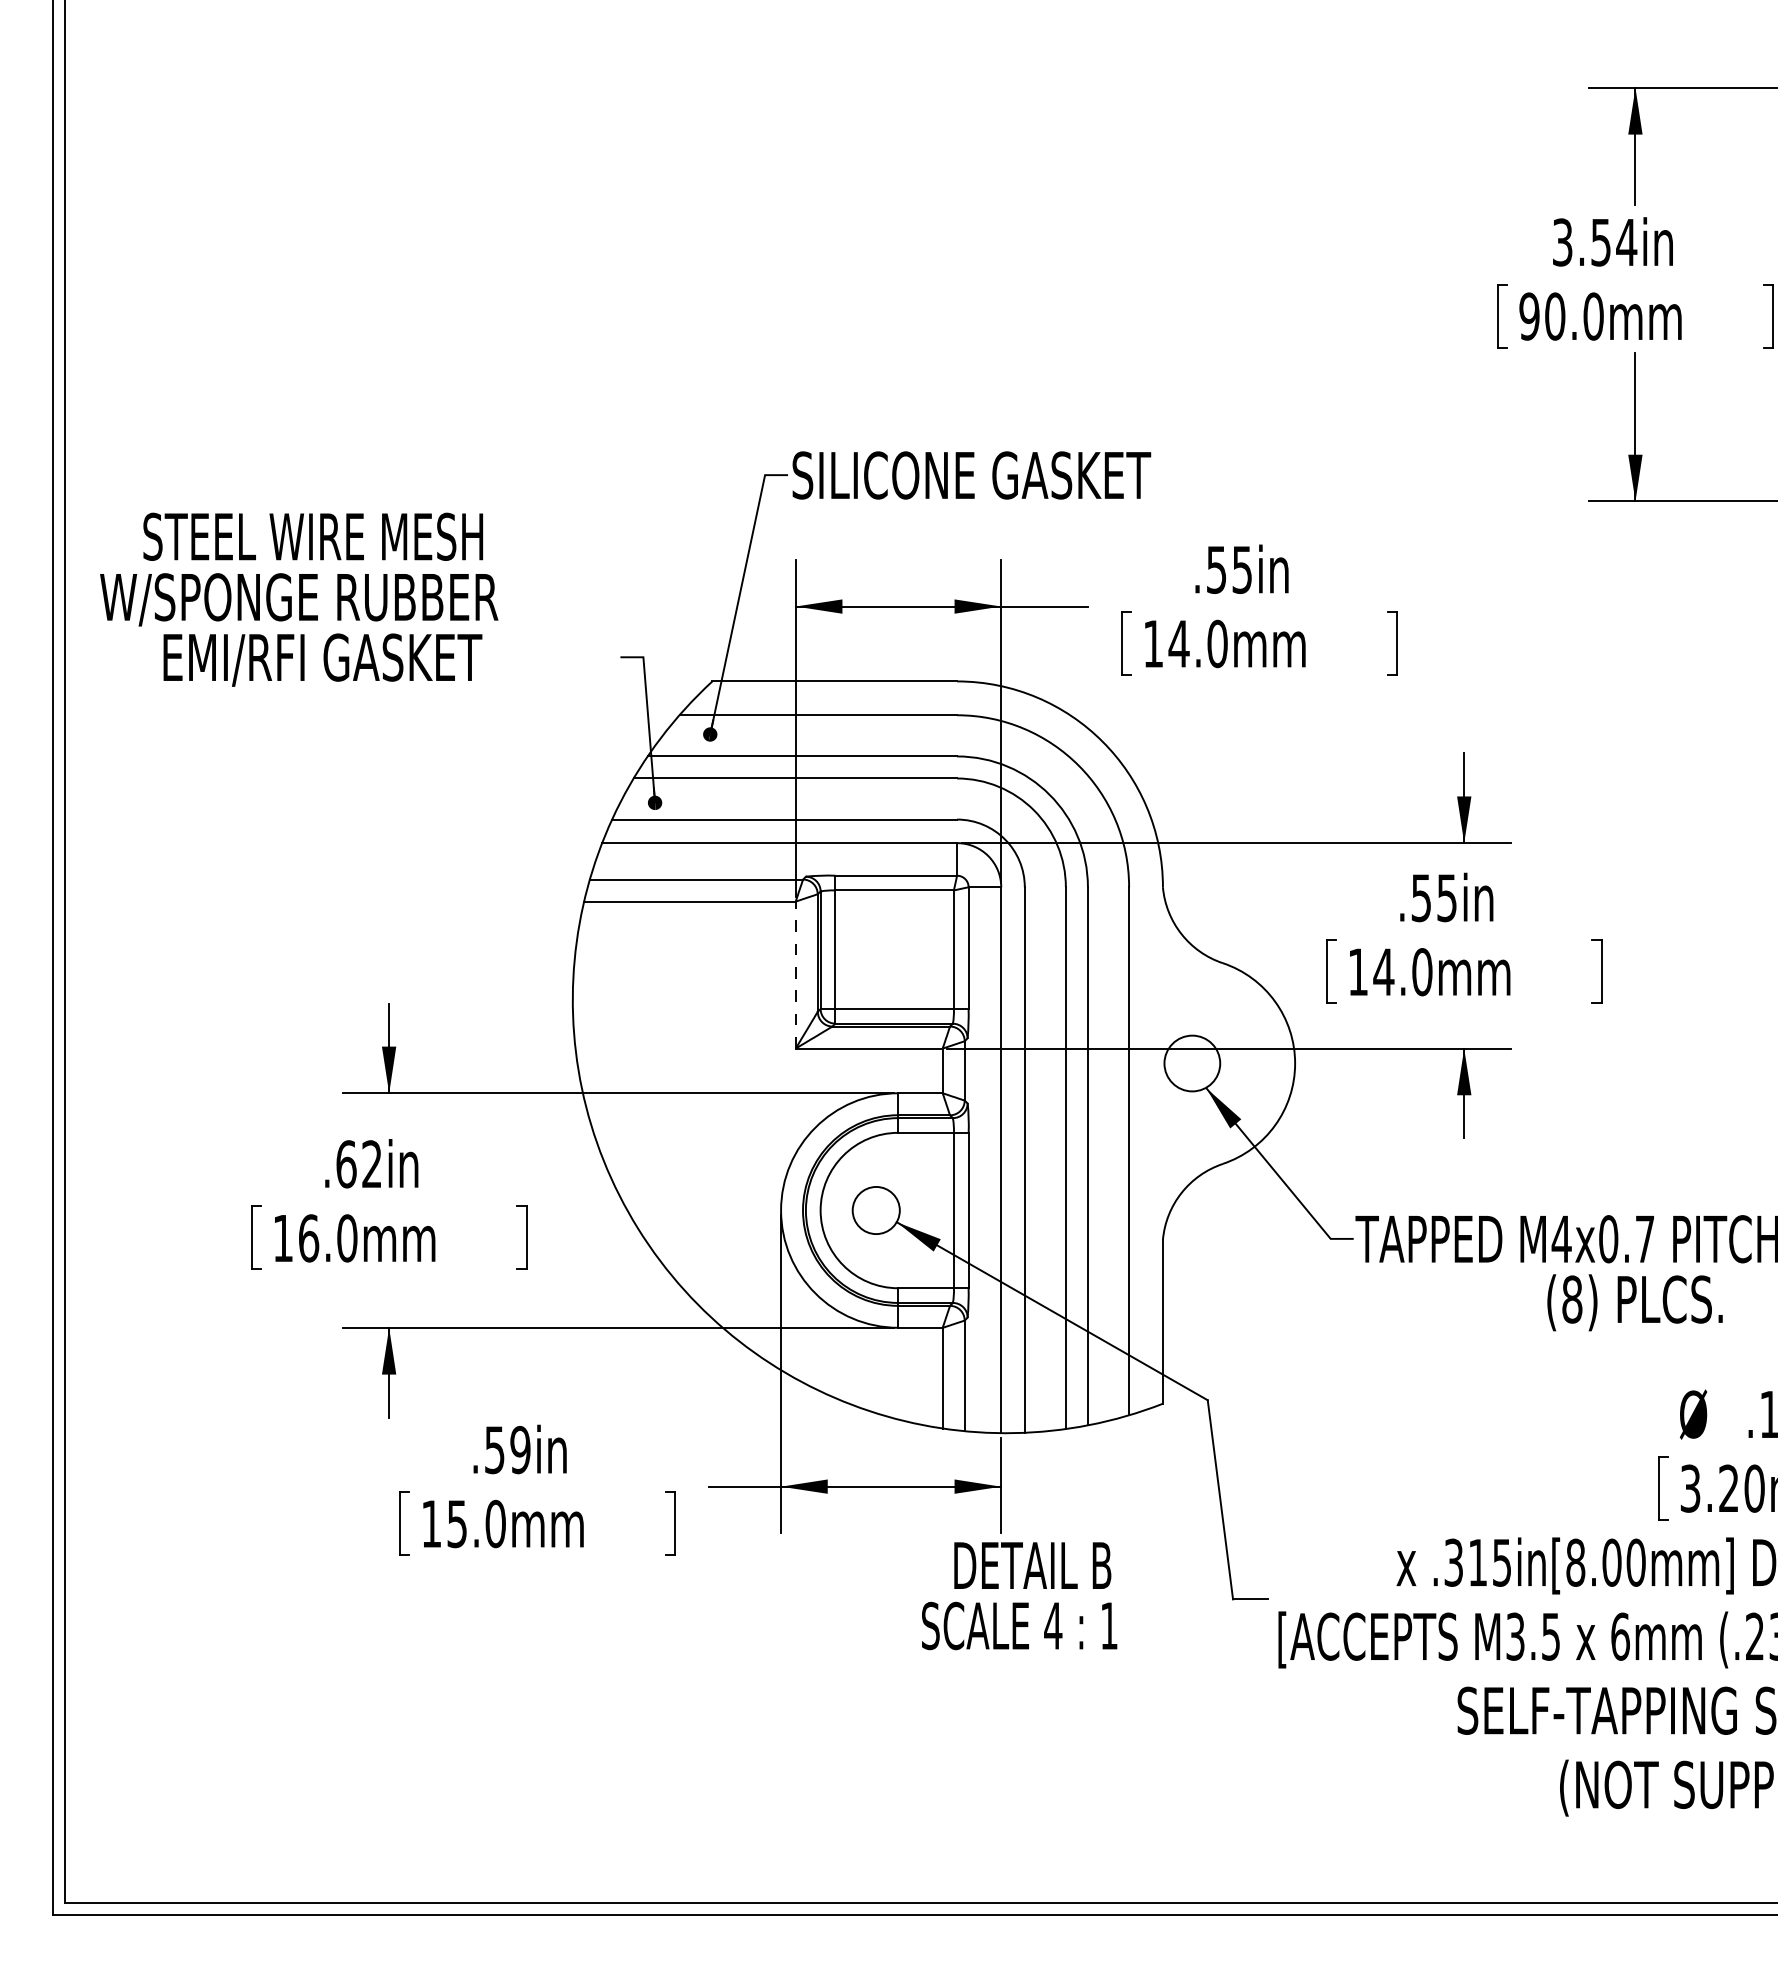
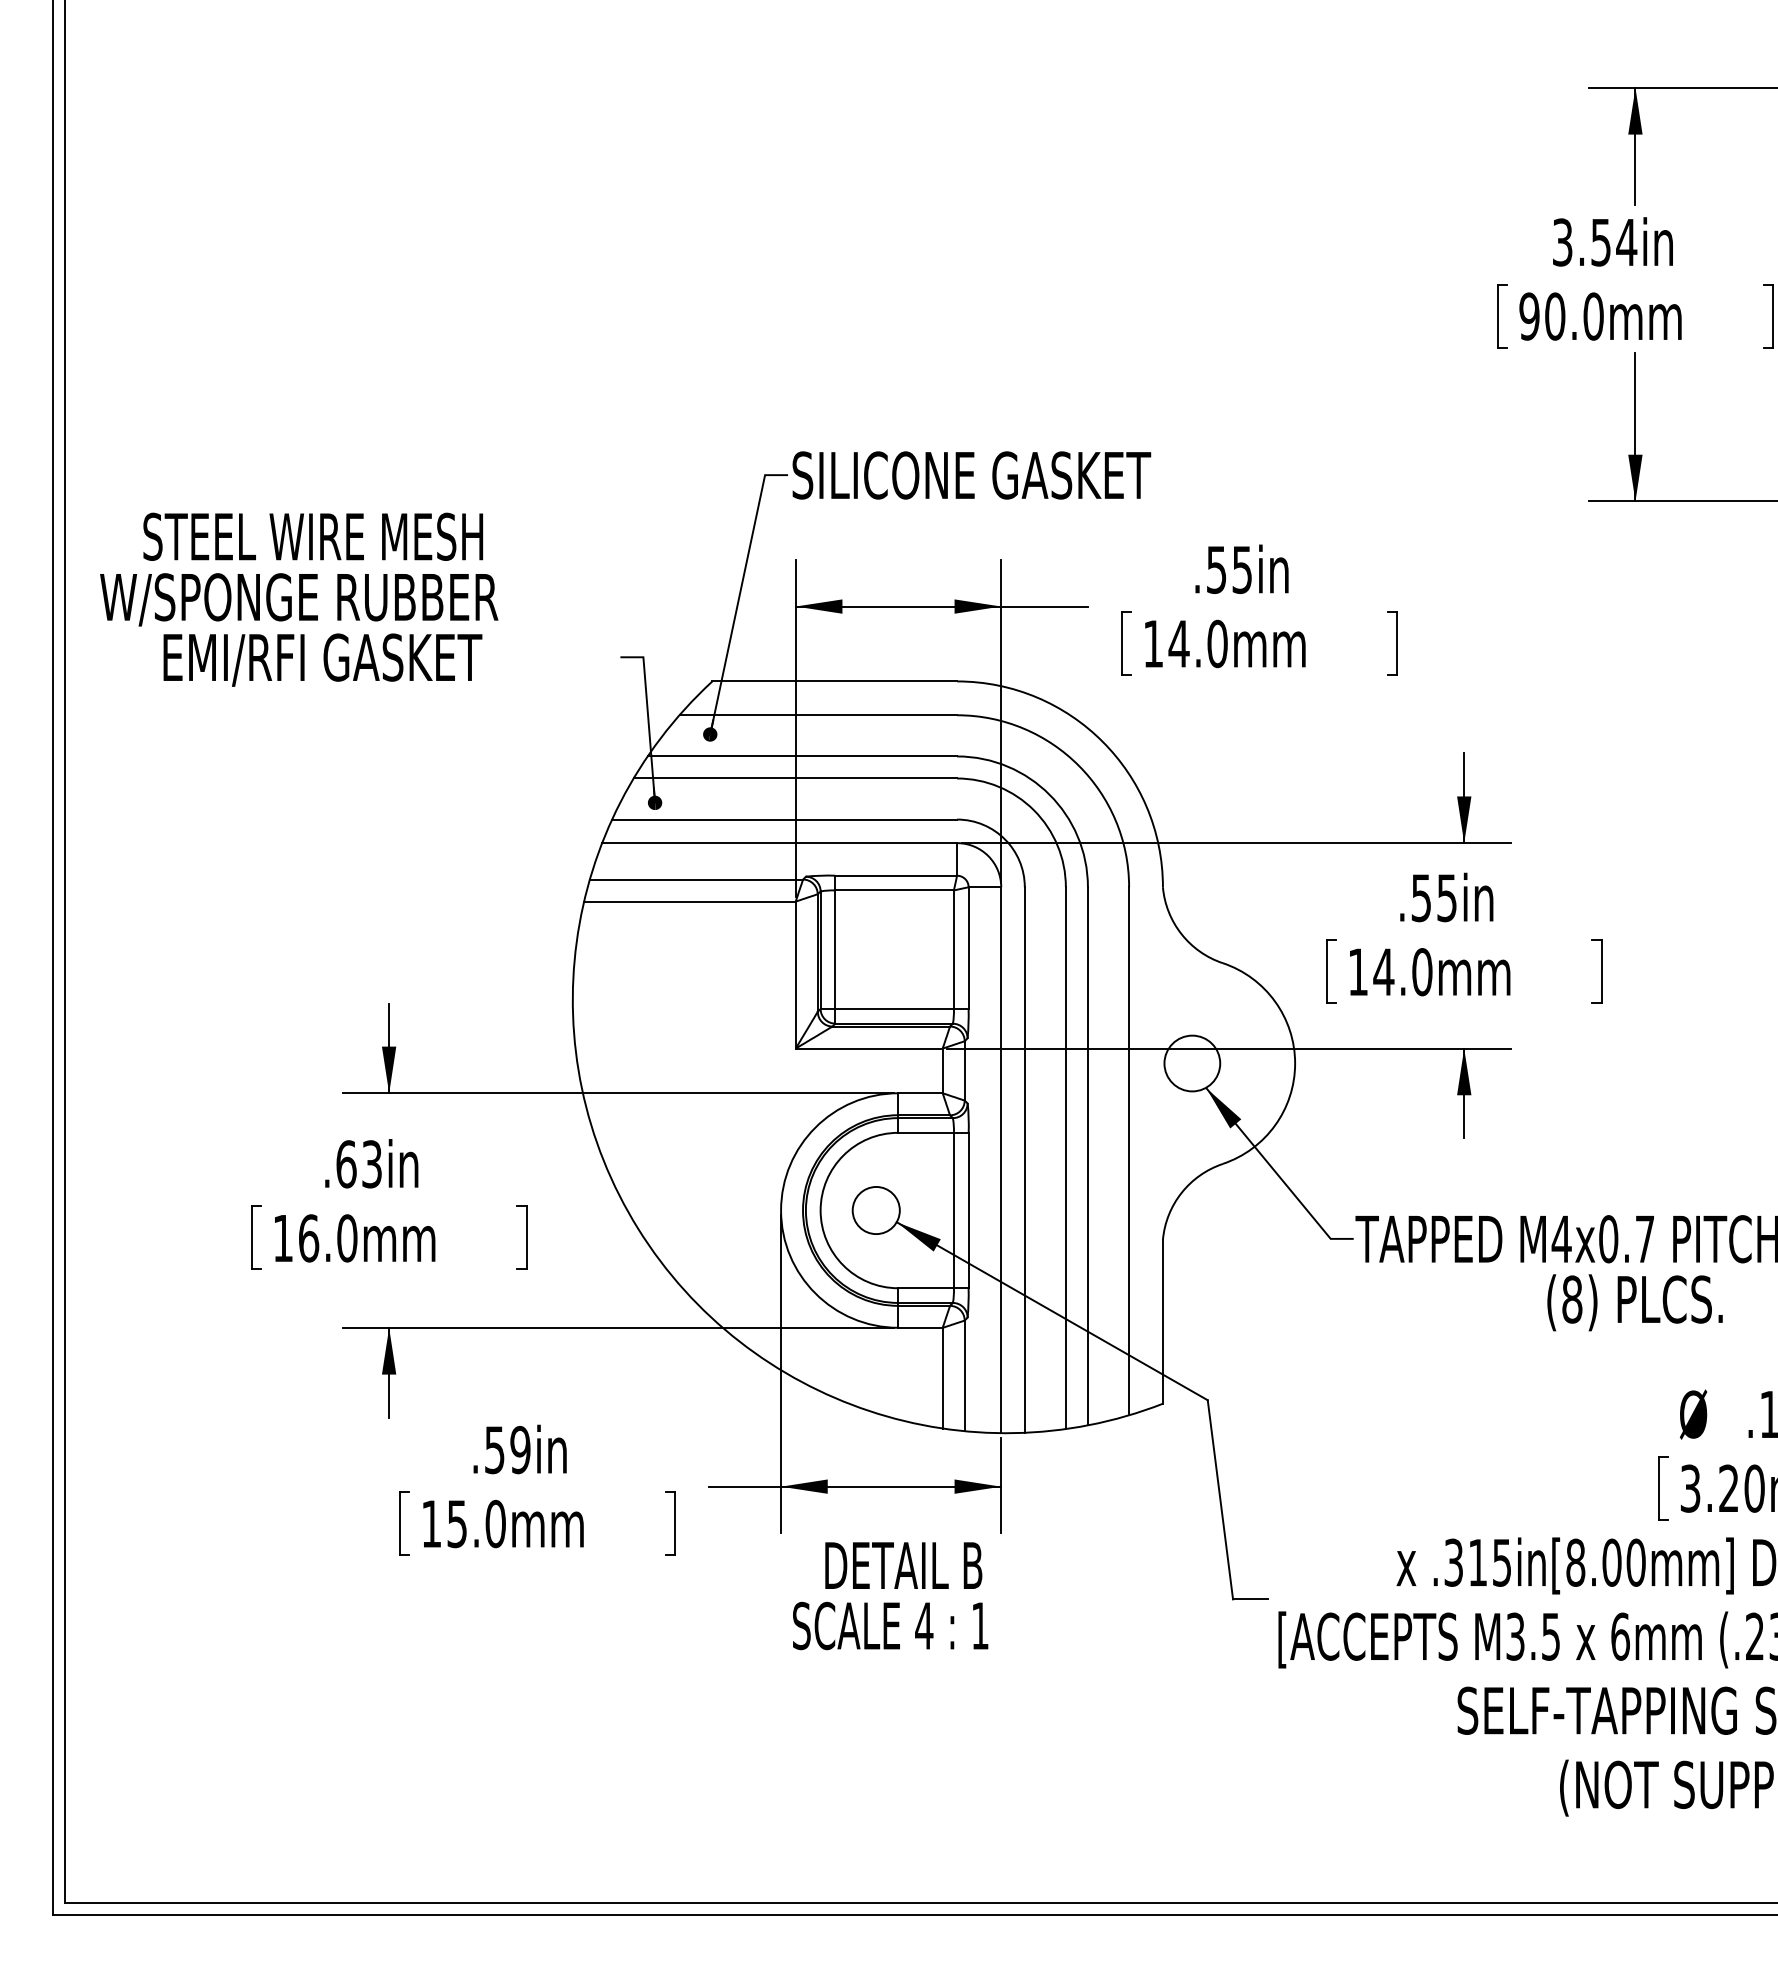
line at (795, 975): dashed -> solid
text at (371, 1164): .62in -> .63in
text at (1019, 1596) position: (1019, 1596) -> (890, 1596)
